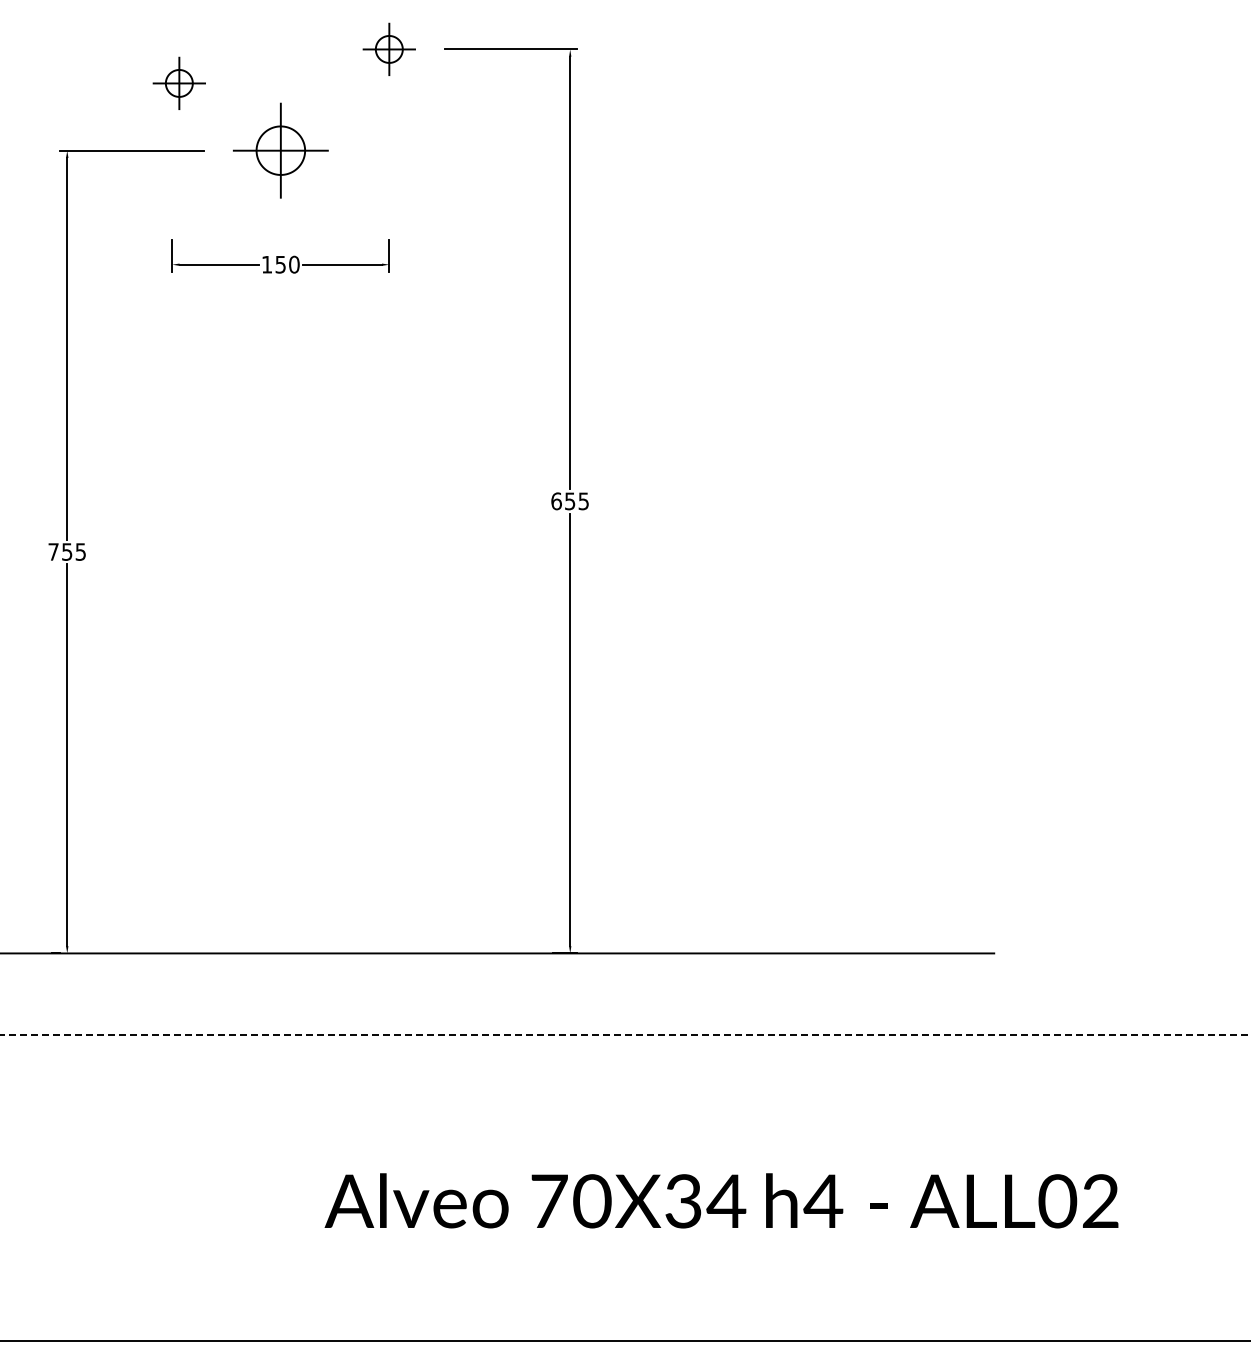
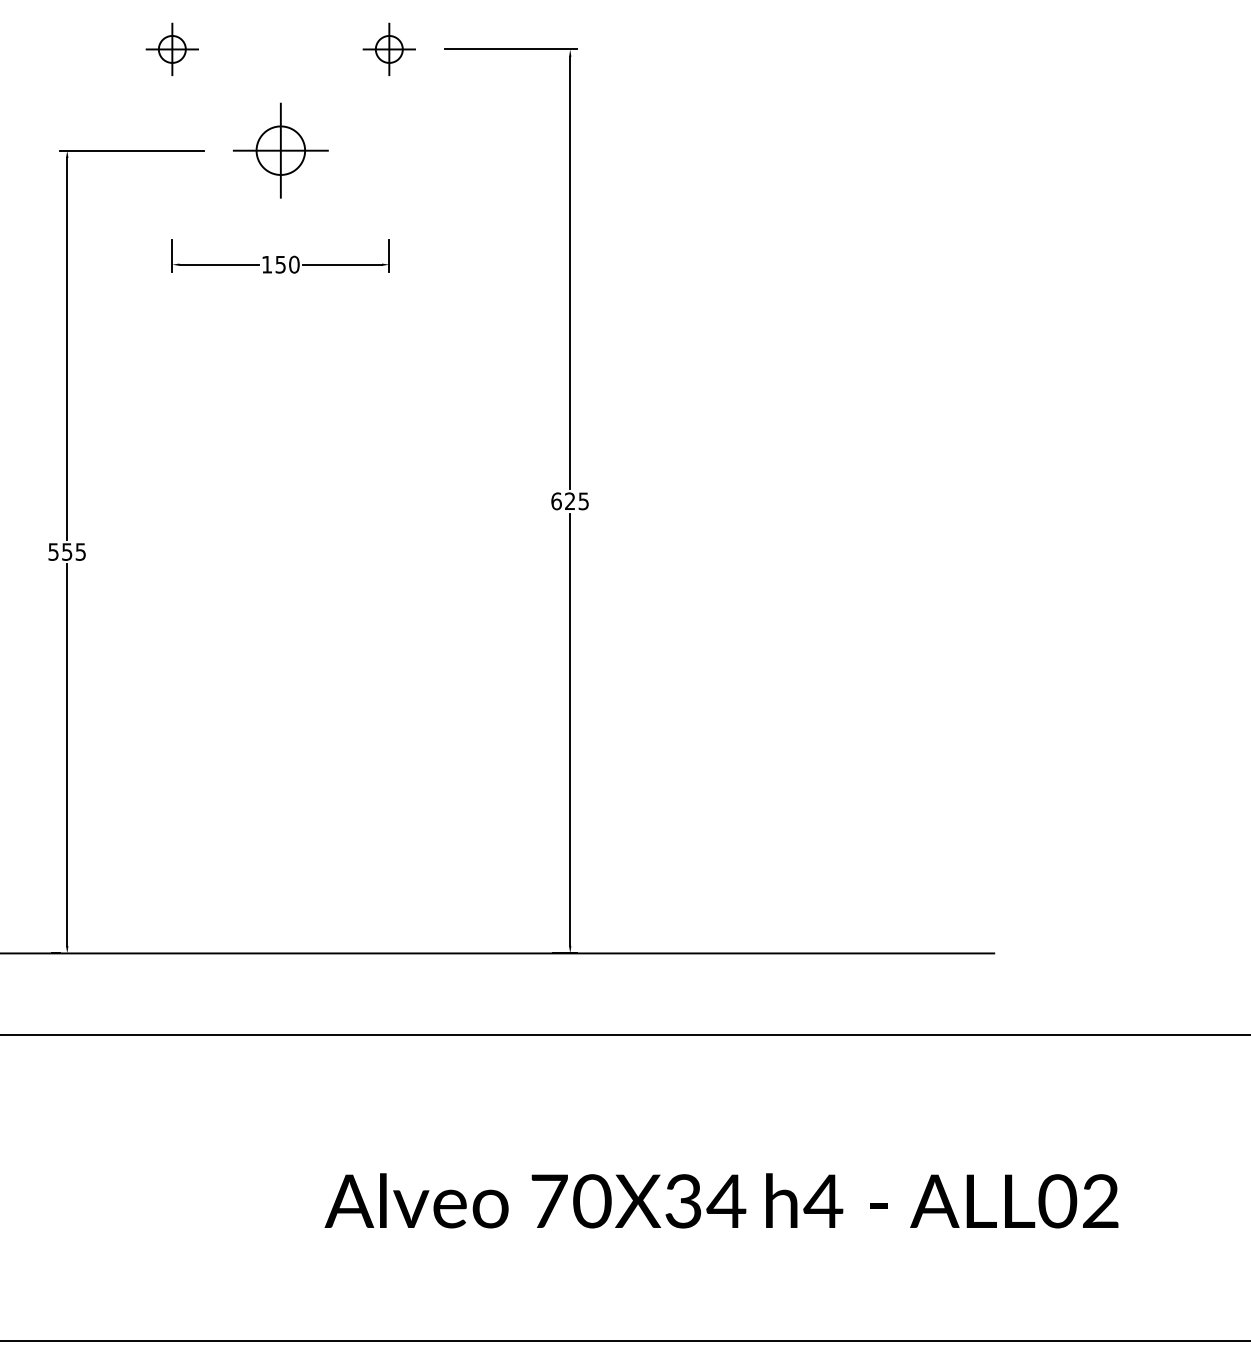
part at (178, 82) position: (178, 82) -> (171, 48)
text at (570, 501): 655 -> 625
text at (53, 551): 755 -> 555
line at (625, 1034): dashed -> solid
